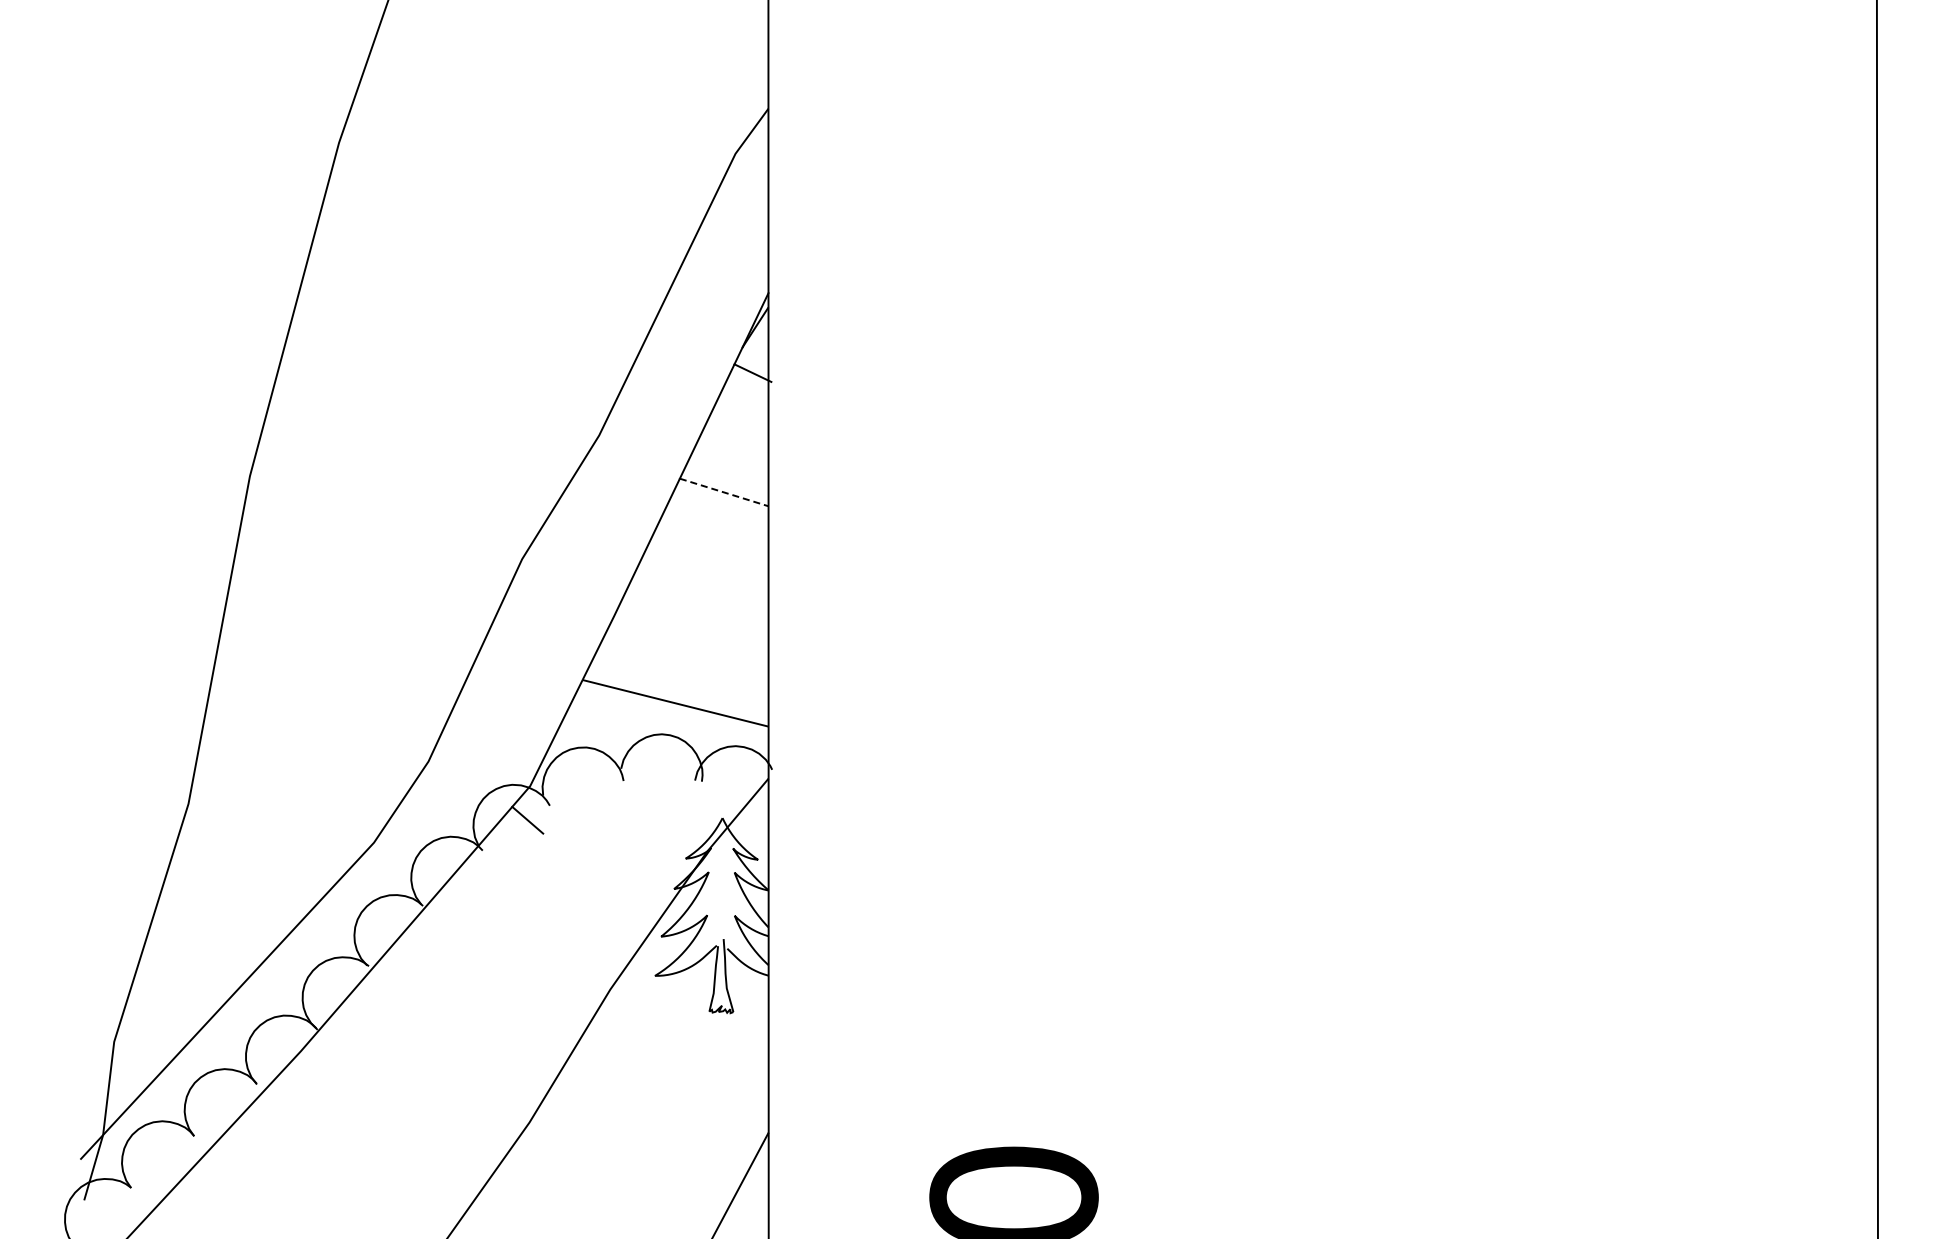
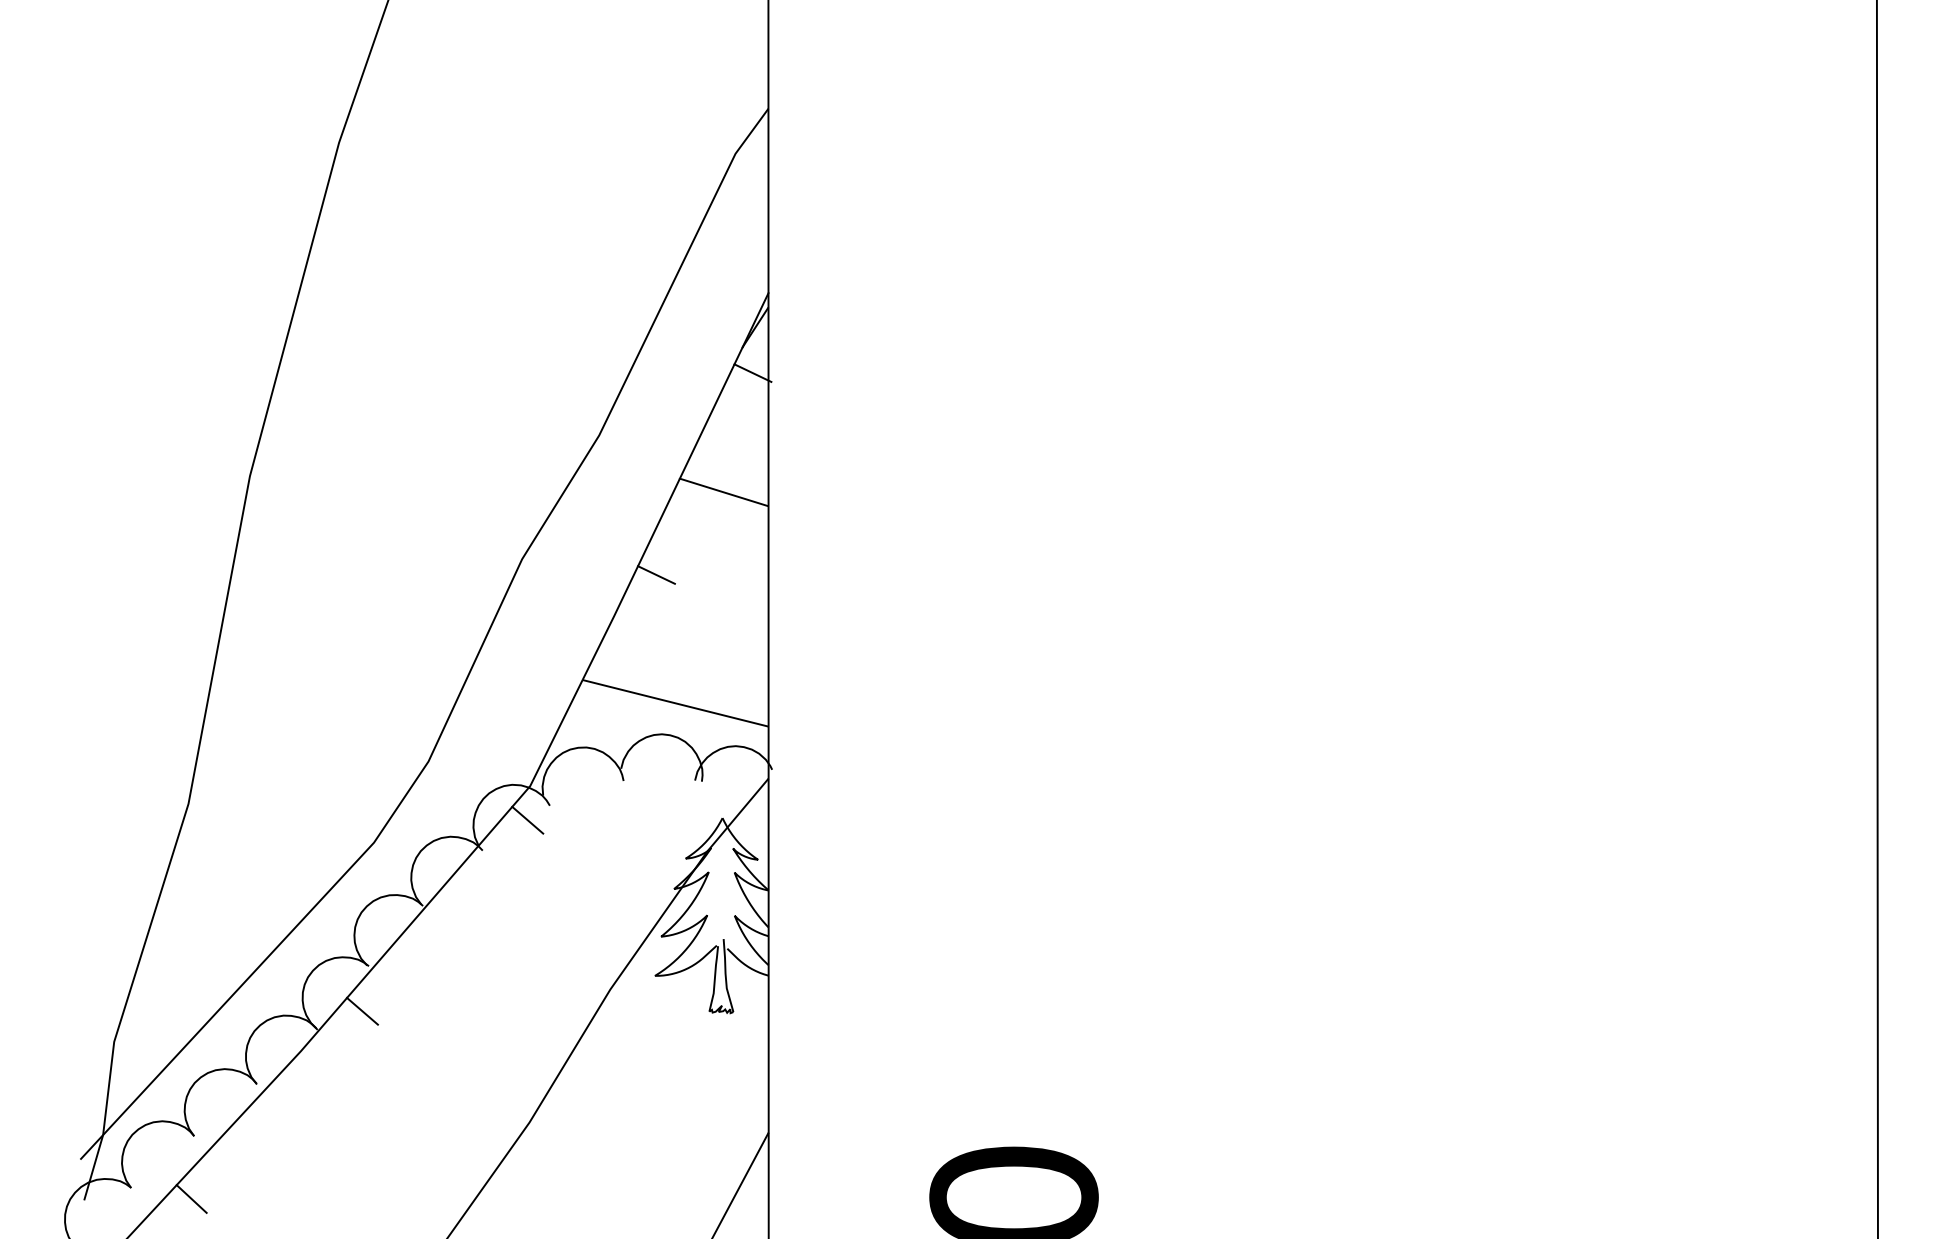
line at (724, 492): dashed -> solid
line at (656, 574): none -> present
line at (362, 1010): none -> present
line at (191, 1198): none -> present
